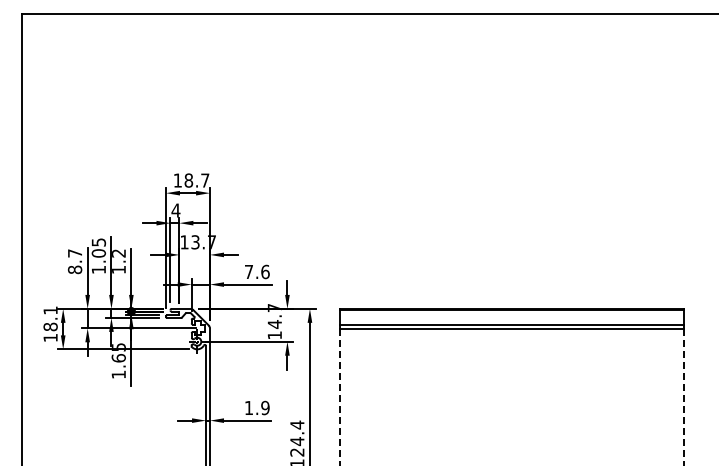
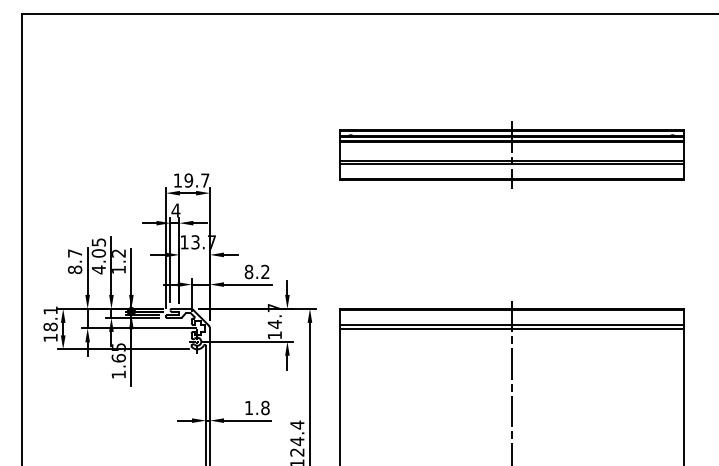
part at (511, 154): none -> present
text at (188, 180): 18.7 -> 19.7
text at (98, 269): 1.05 -> 4.05
text at (256, 271): 7.6 -> 8.2
line at (511, 381): none -> present
line at (683, 396): dashed -> solid
line at (339, 397): dashed -> solid
text at (265, 408): 1.9 -> 1.8
